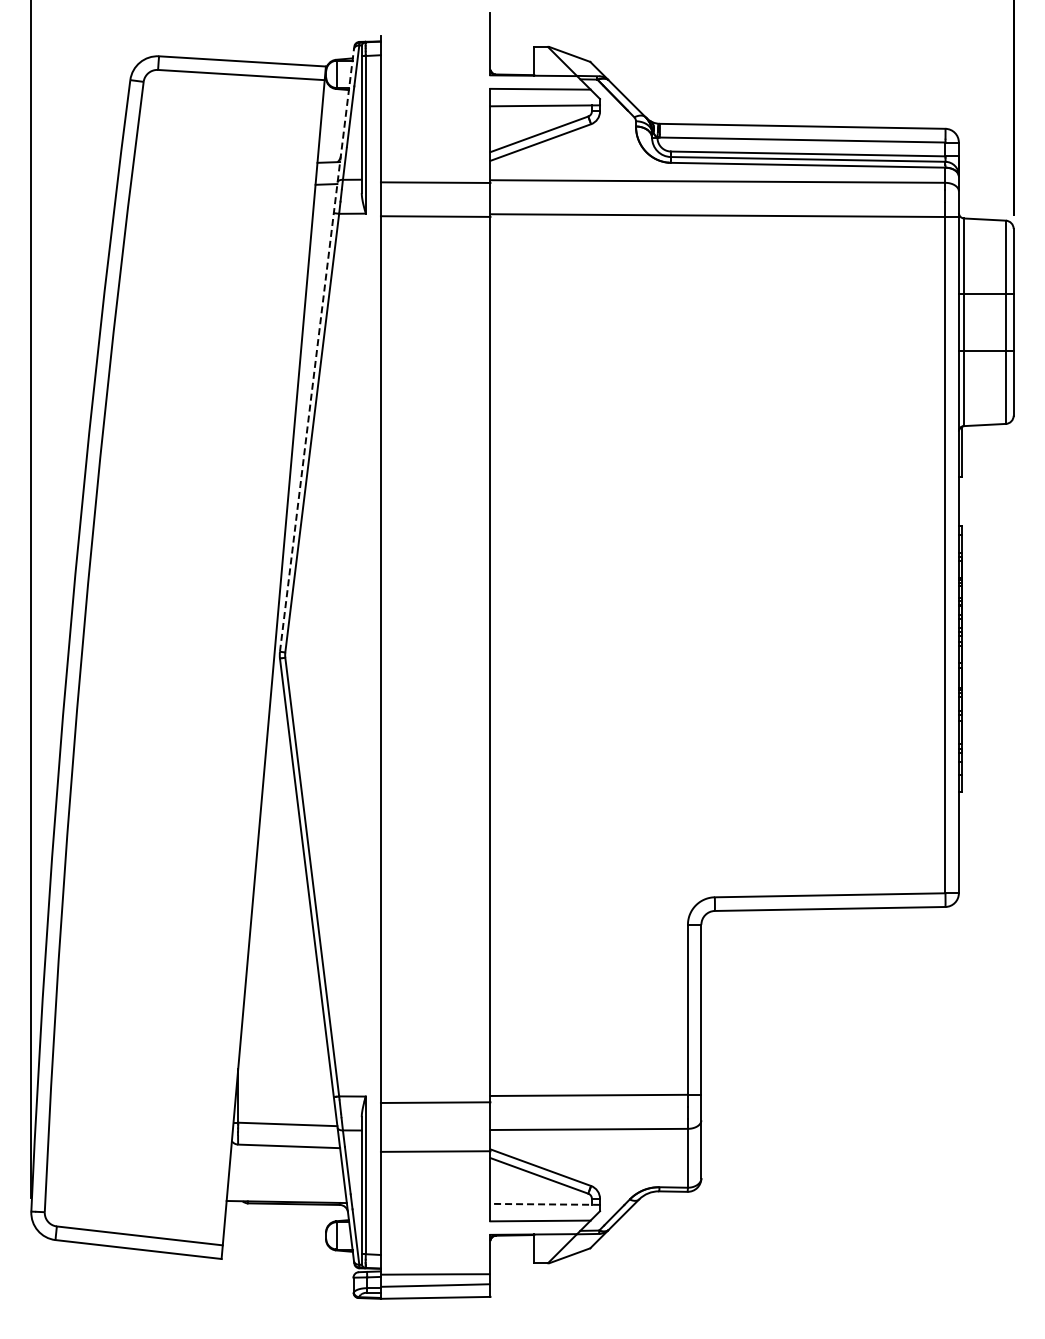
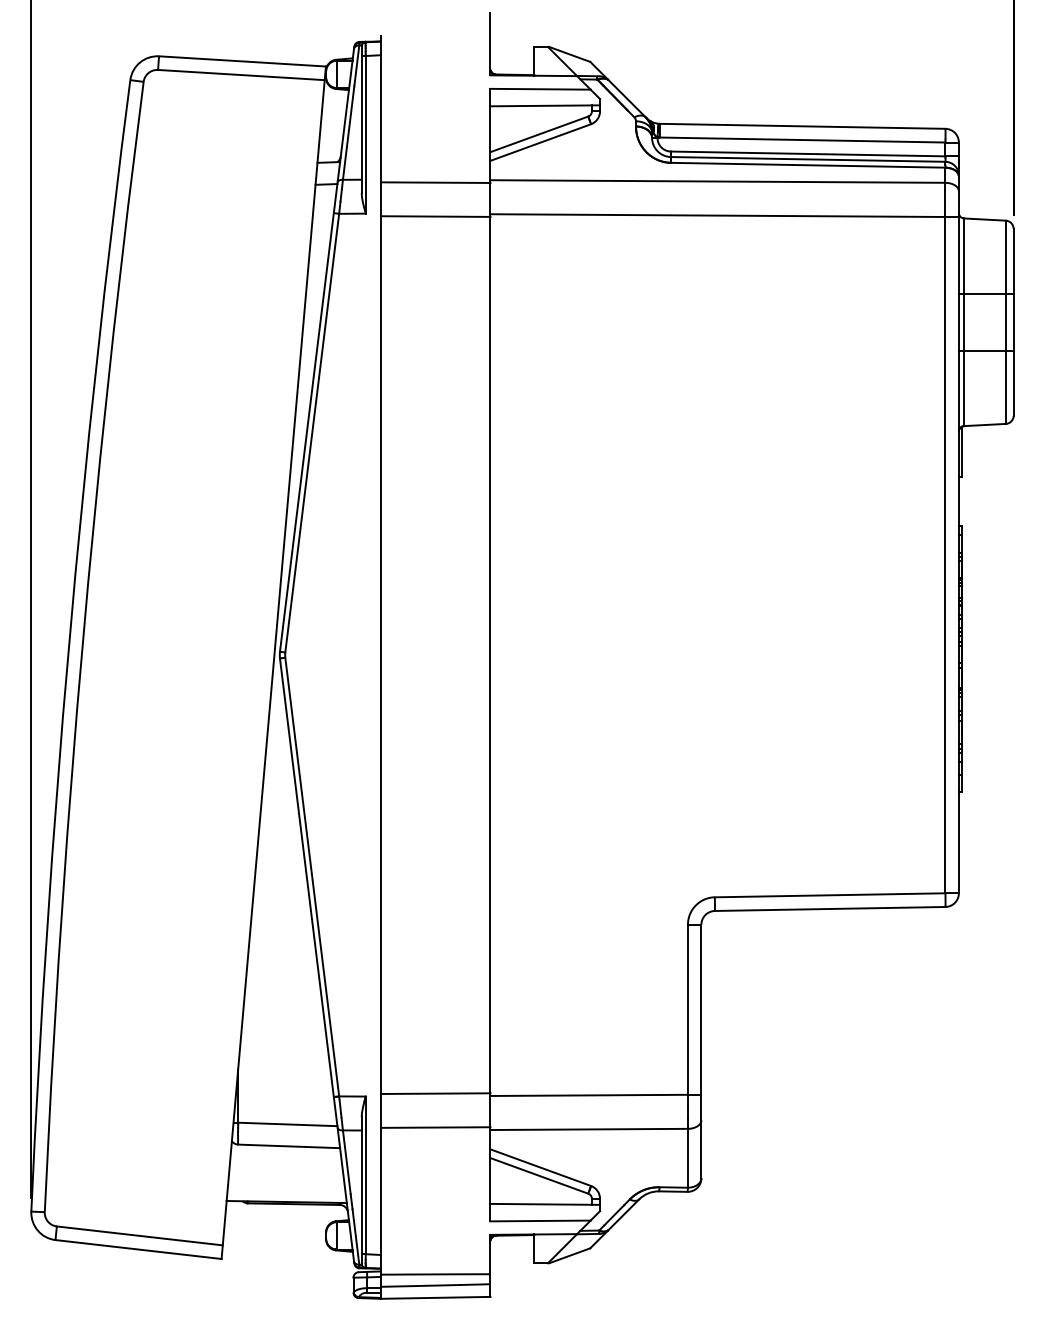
line at (317, 349): dashed -> solid
line at (435, 1102) position: (435, 1102) -> (435, 1093)
line at (435, 1151) position: (435, 1151) -> (435, 1127)
line at (545, 1204): dashed -> solid
